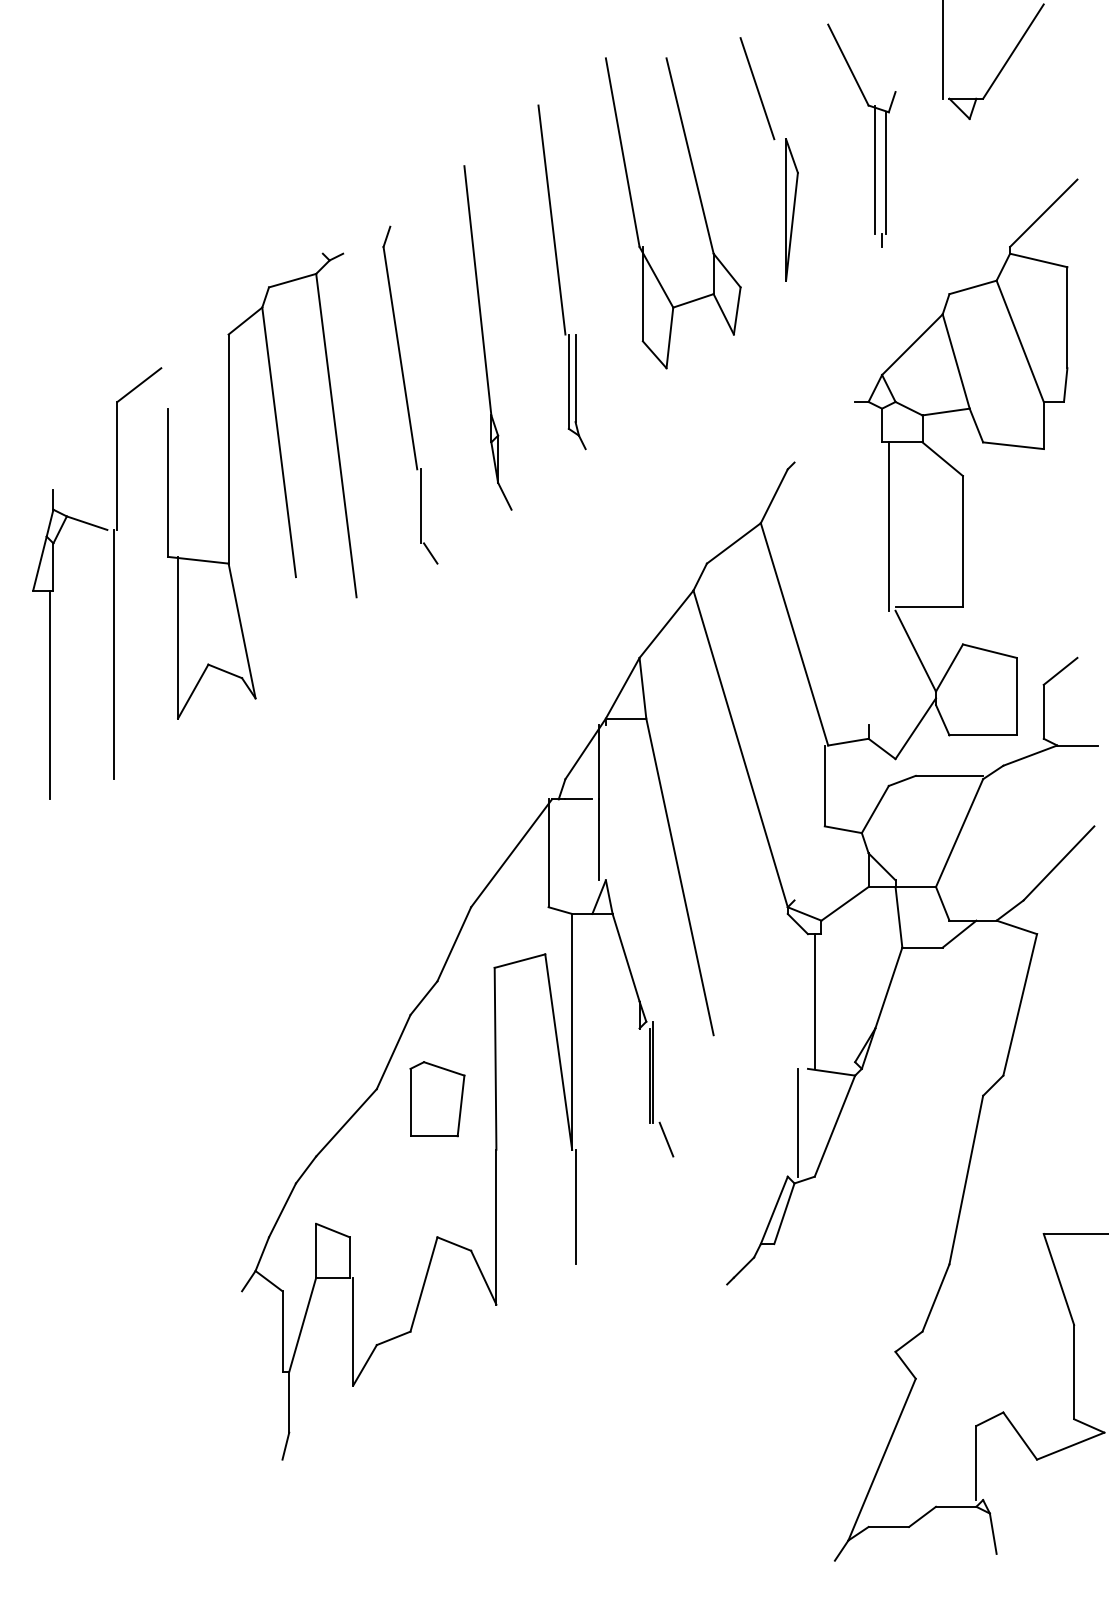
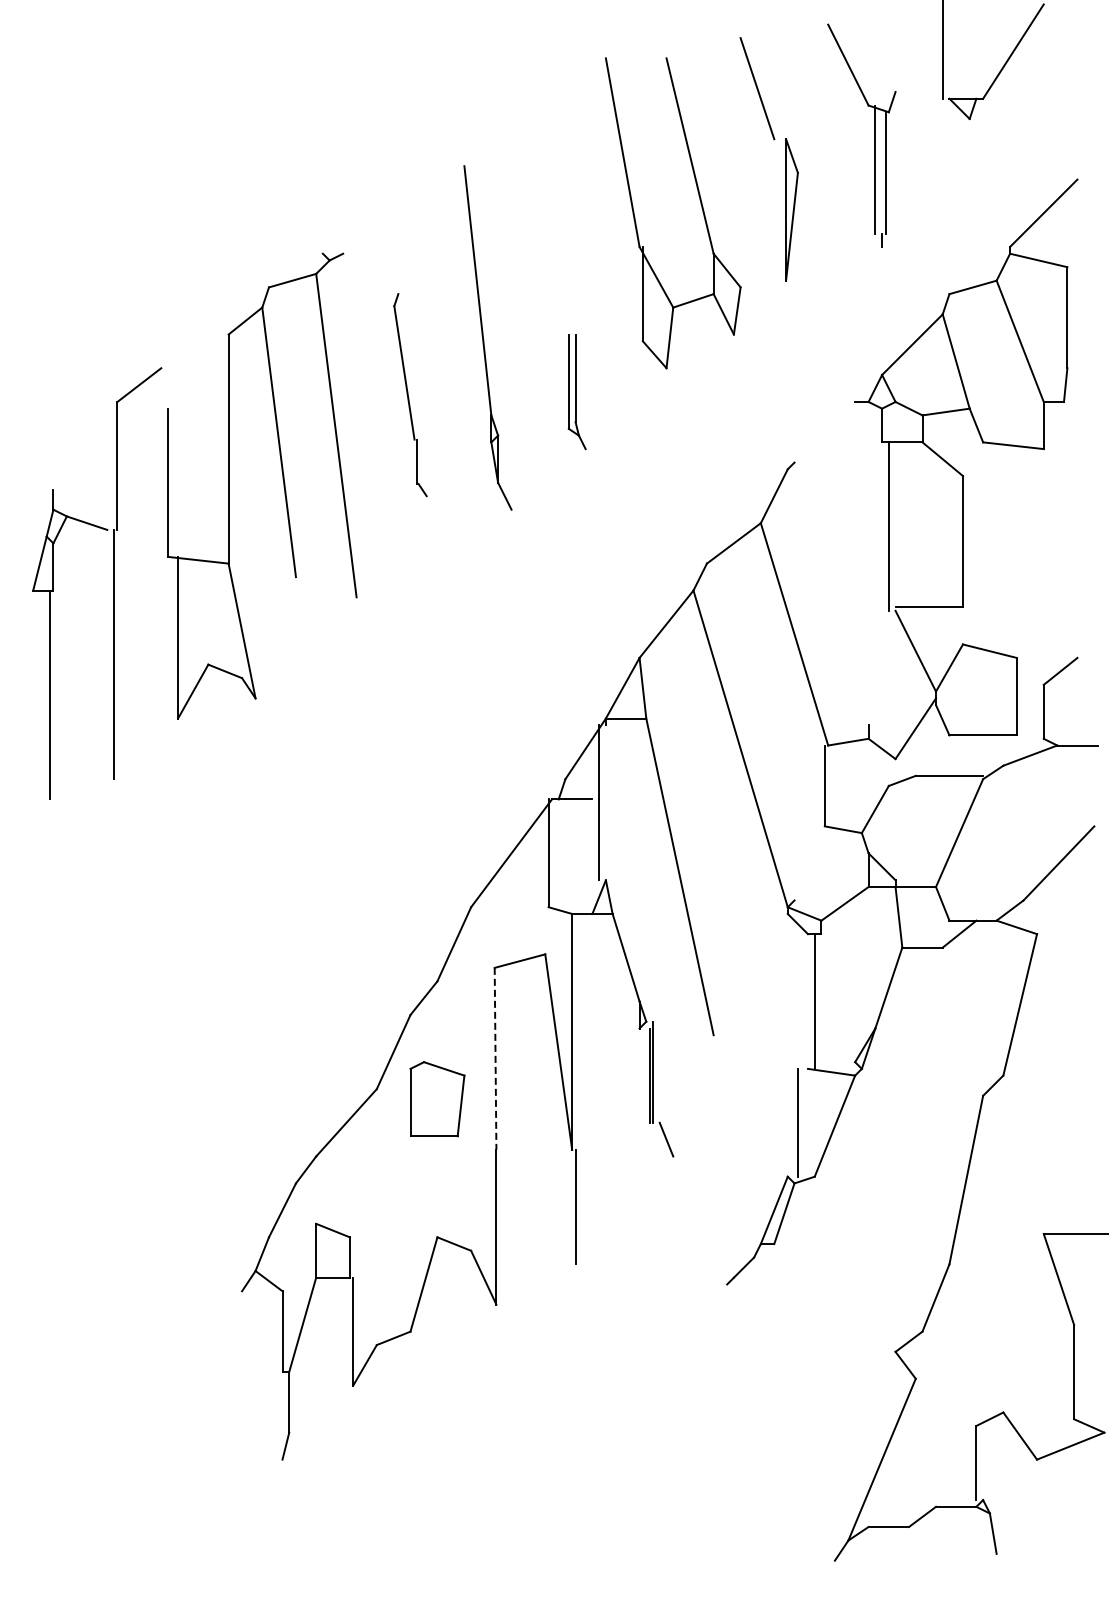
line at (551, 219): present -> none
part at (410, 394) size: 57x340 px -> 35x205 px
line at (495, 1058): solid -> dashed
